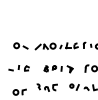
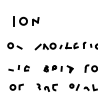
part at (26, 21): none -> present
part at (20, 45) position: (20, 45) -> (14, 45)
part at (19, 91) position: (19, 91) -> (16, 86)
